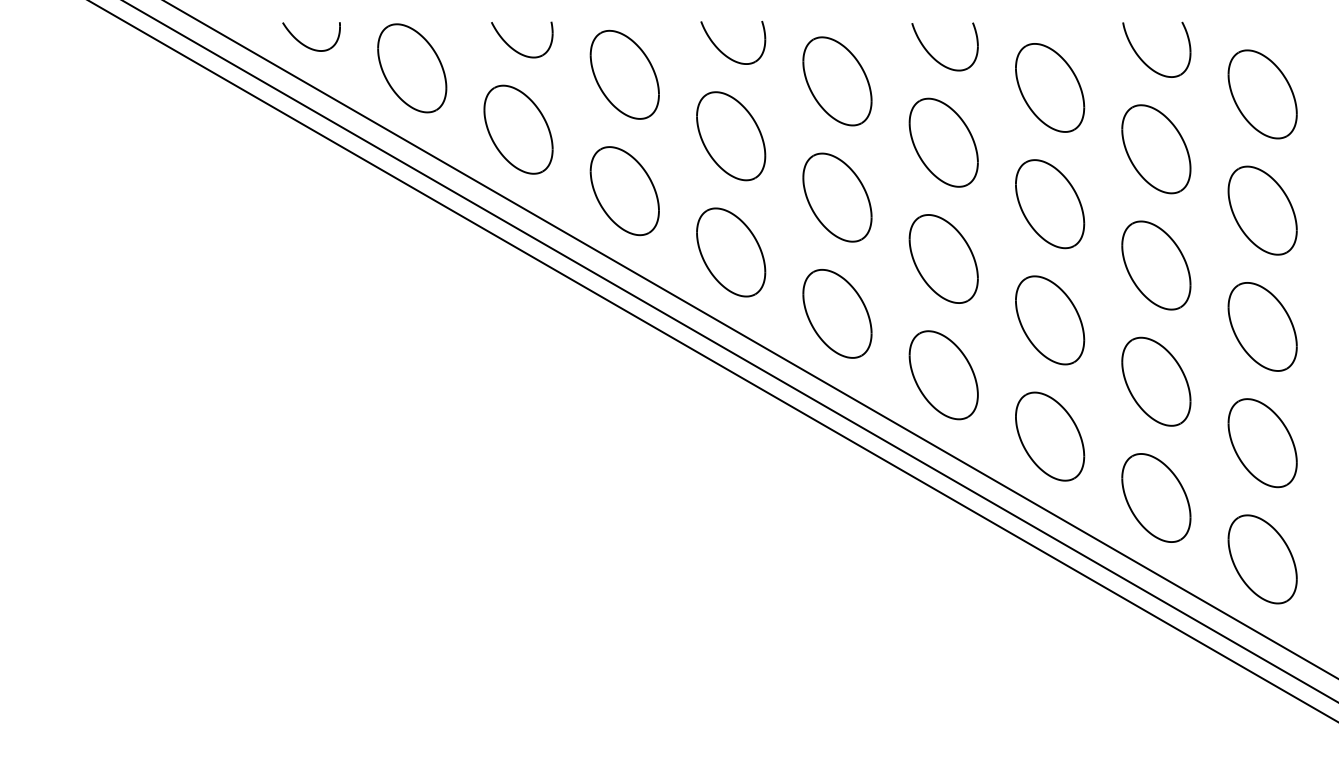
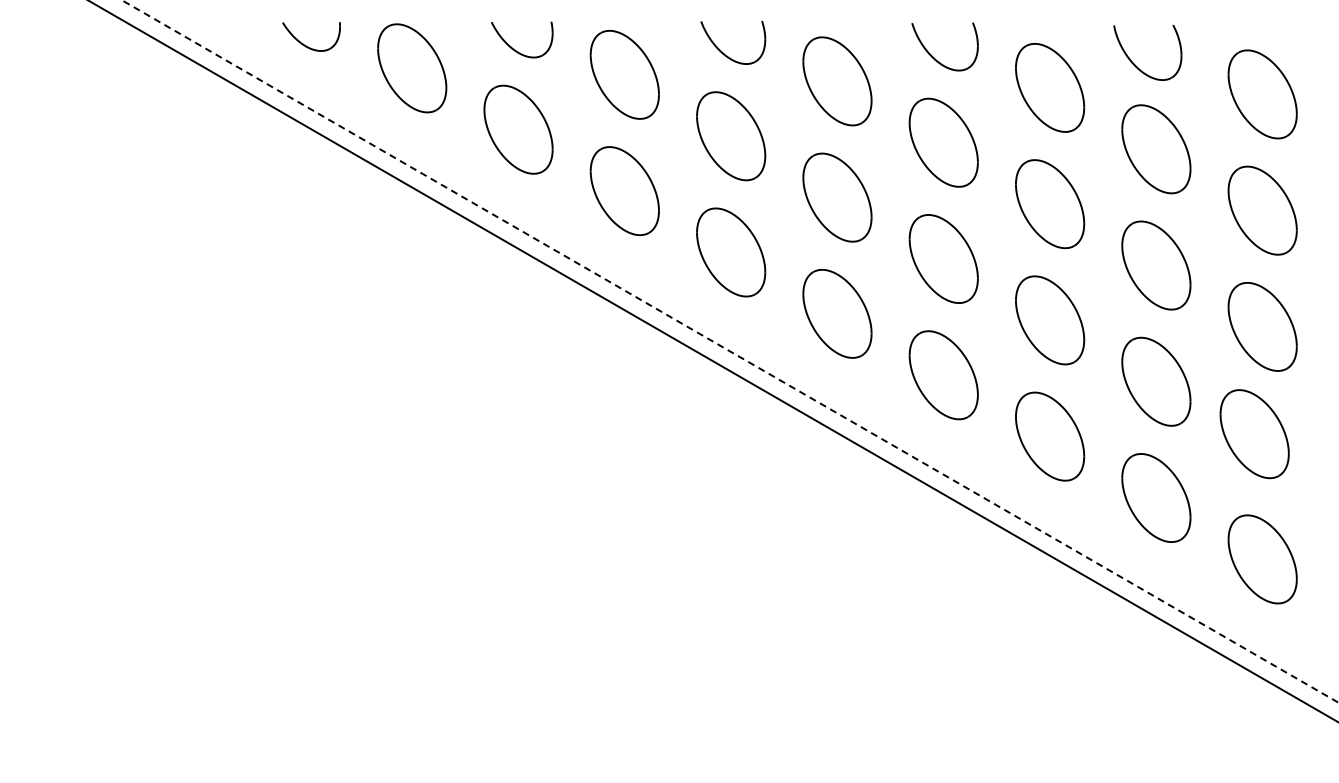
part at (1144, 61) position: (1144, 61) -> (1135, 64)
line at (750, 339): present -> none
line at (731, 351): solid -> dashed
part at (1262, 443) position: (1262, 443) -> (1254, 434)
